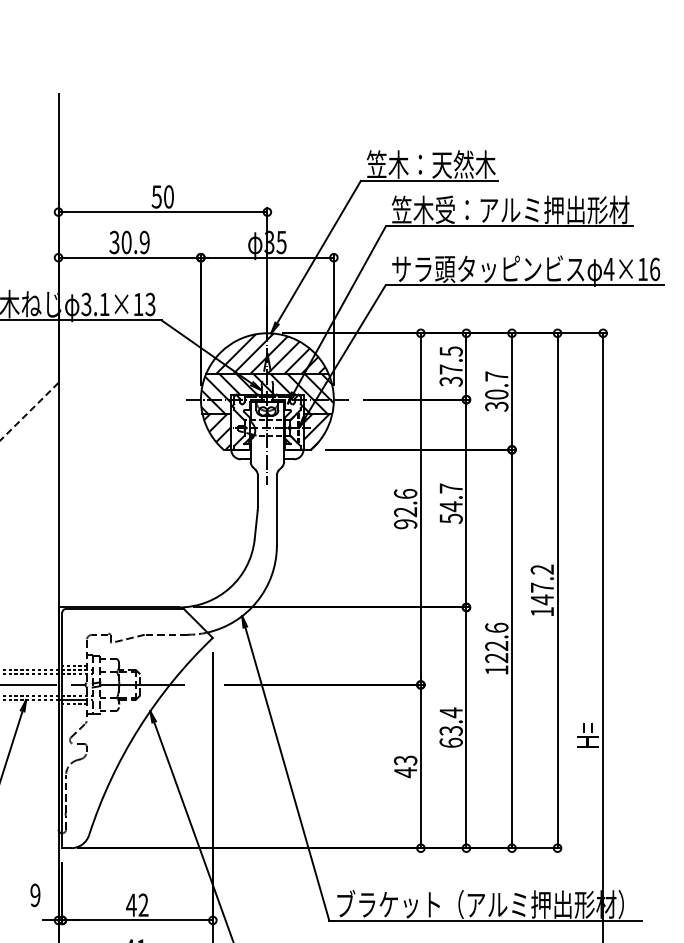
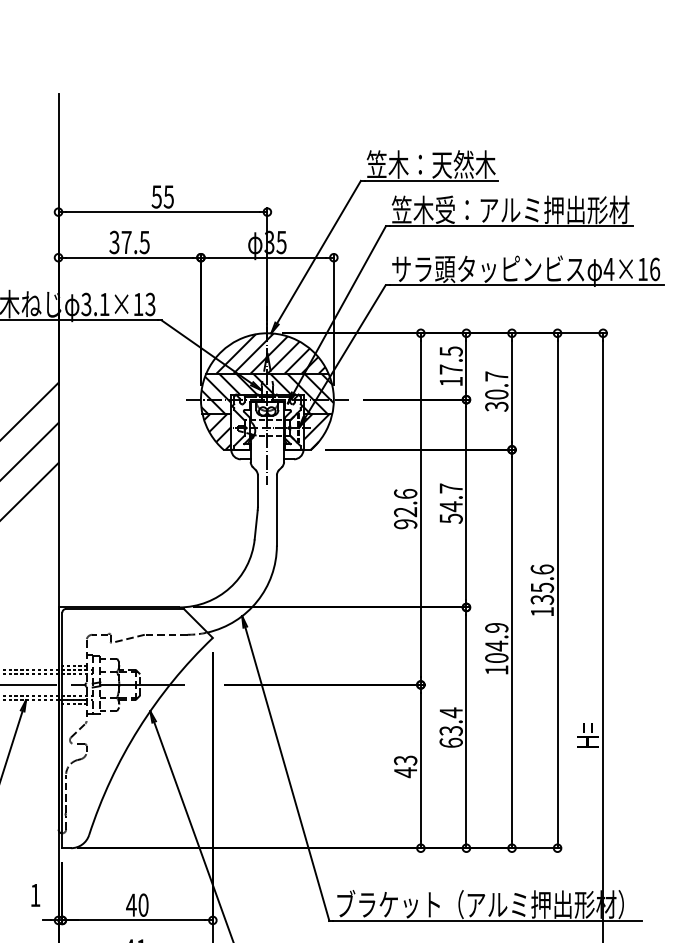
text at (168, 196): 50 -> 55
text at (135, 242): 30.9 -> 37.5
text at (450, 381): 37.5 -> 17.5
line at (29, 411): dashed -> solid
line at (30, 450): none -> present
line at (30, 490): none -> present
text at (542, 584): 147.2 -> 135.6
text at (496, 642): 122.6 -> 104.9
text at (35, 895): 9 -> 1
text at (143, 904): 42 -> 40
